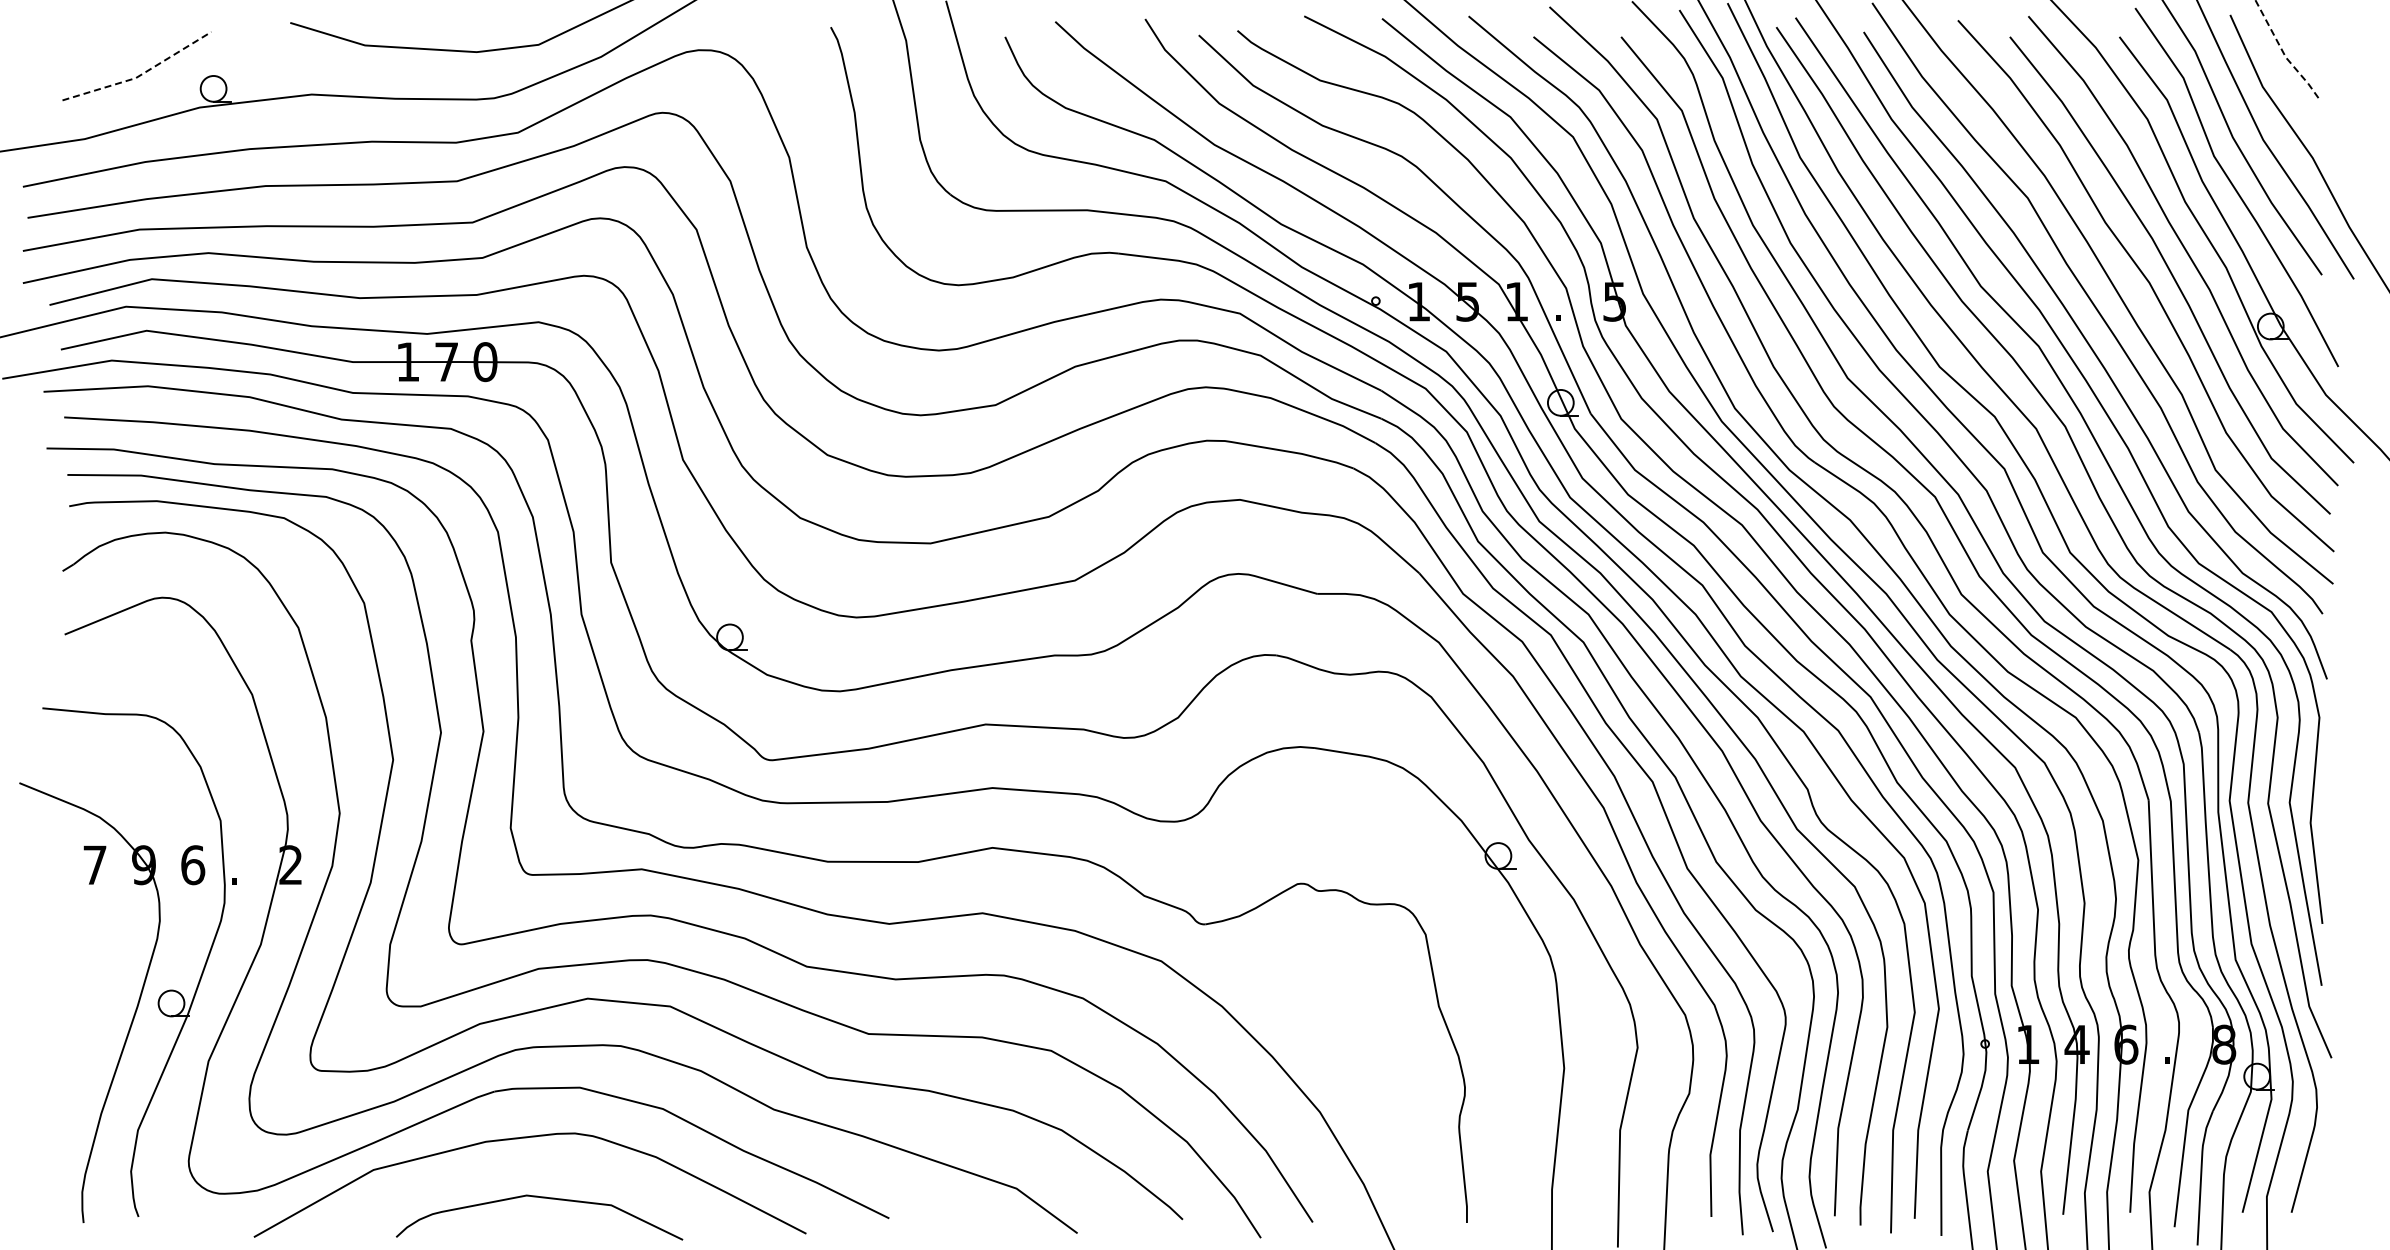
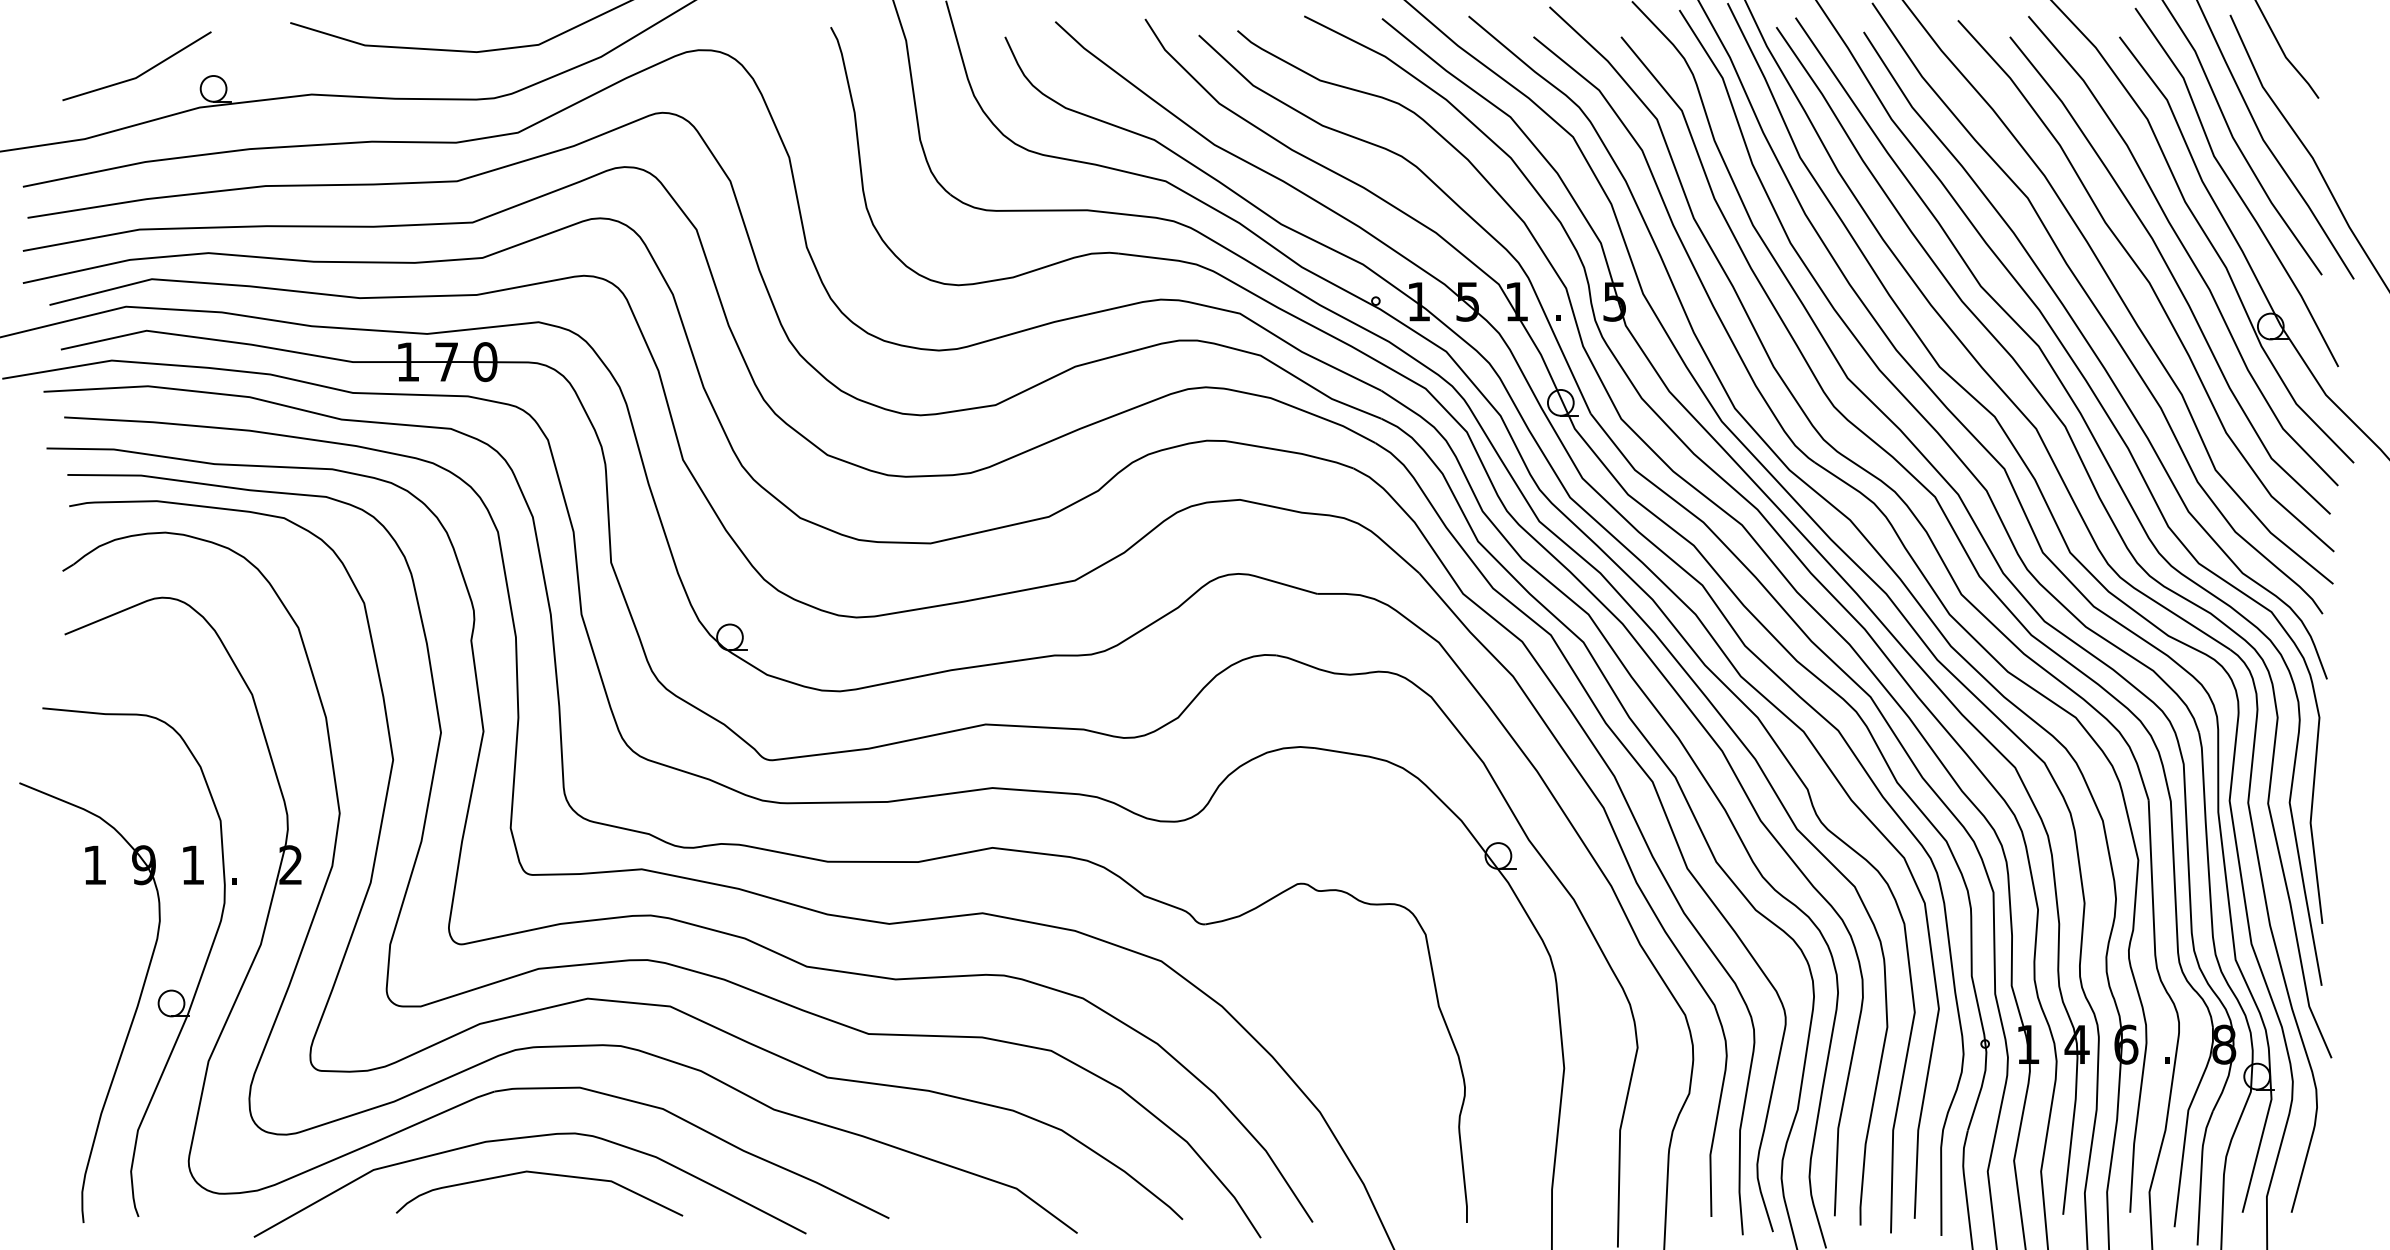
line at (2283, 53): dashed -> solid
line at (140, 75): dashed -> solid
text at (94, 864): 7 -> 1
text at (193, 865): 6 -> 1
curve at (541, 1198) position: (541, 1198) -> (541, 1174)
